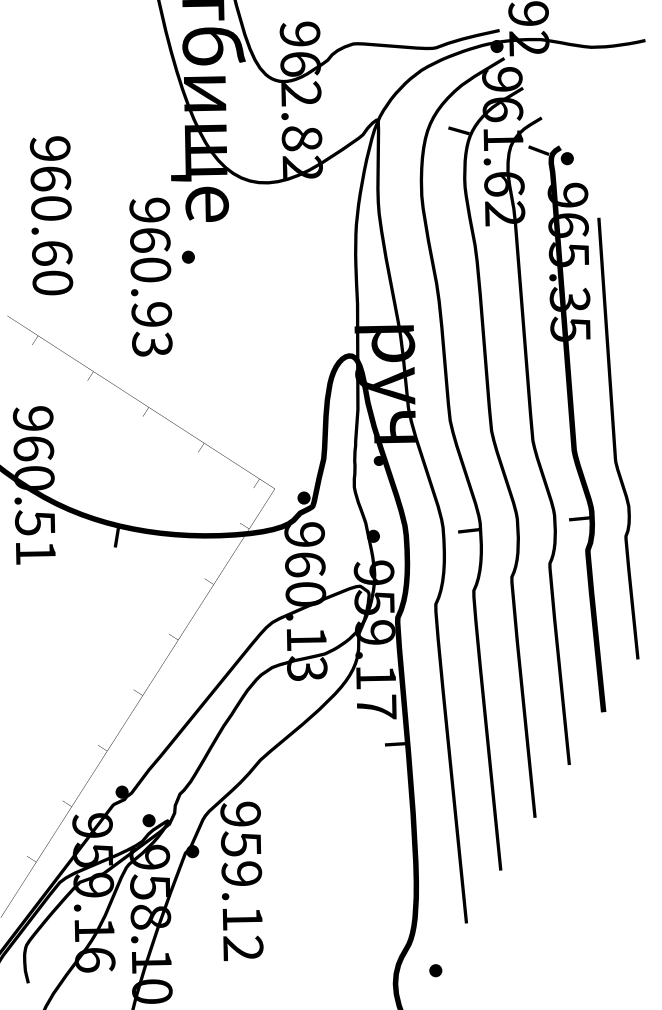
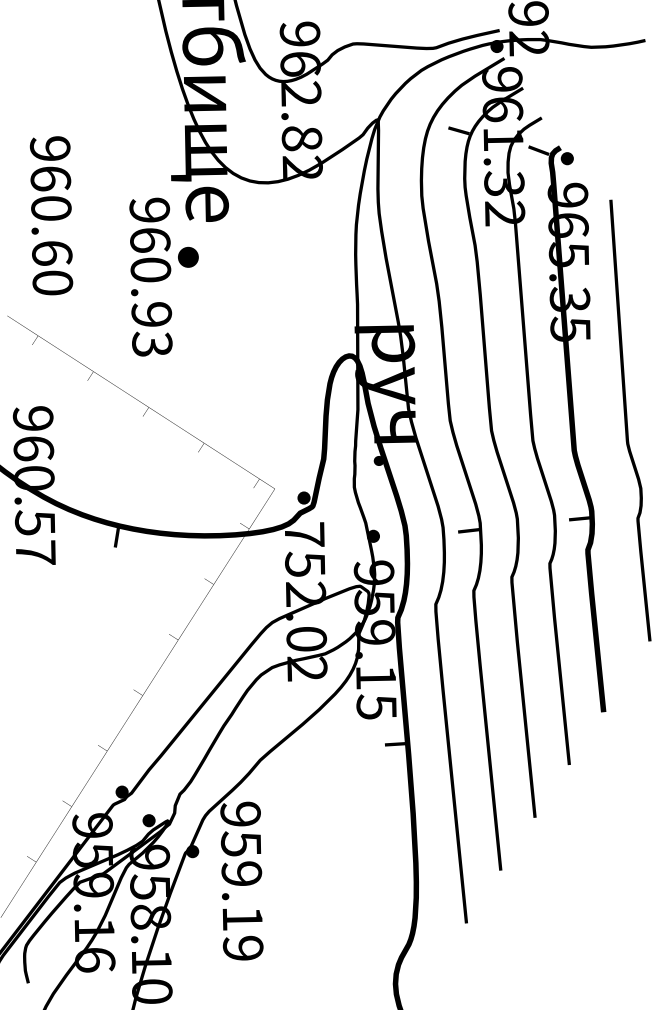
text at (504, 183): 961.62 -> 961.32
part at (188, 256) size: 13x14 px -> 21x22 px
curve at (615, 438) position: (615, 438) -> (627, 420)
text at (35, 552): 960.51 -> 960.57
text at (305, 601): 960.13 -> 752.02
text at (376, 706): 959.17 -> 959.15
text at (242, 948): 959.12 -> 959.19
part at (435, 970): present -> none
